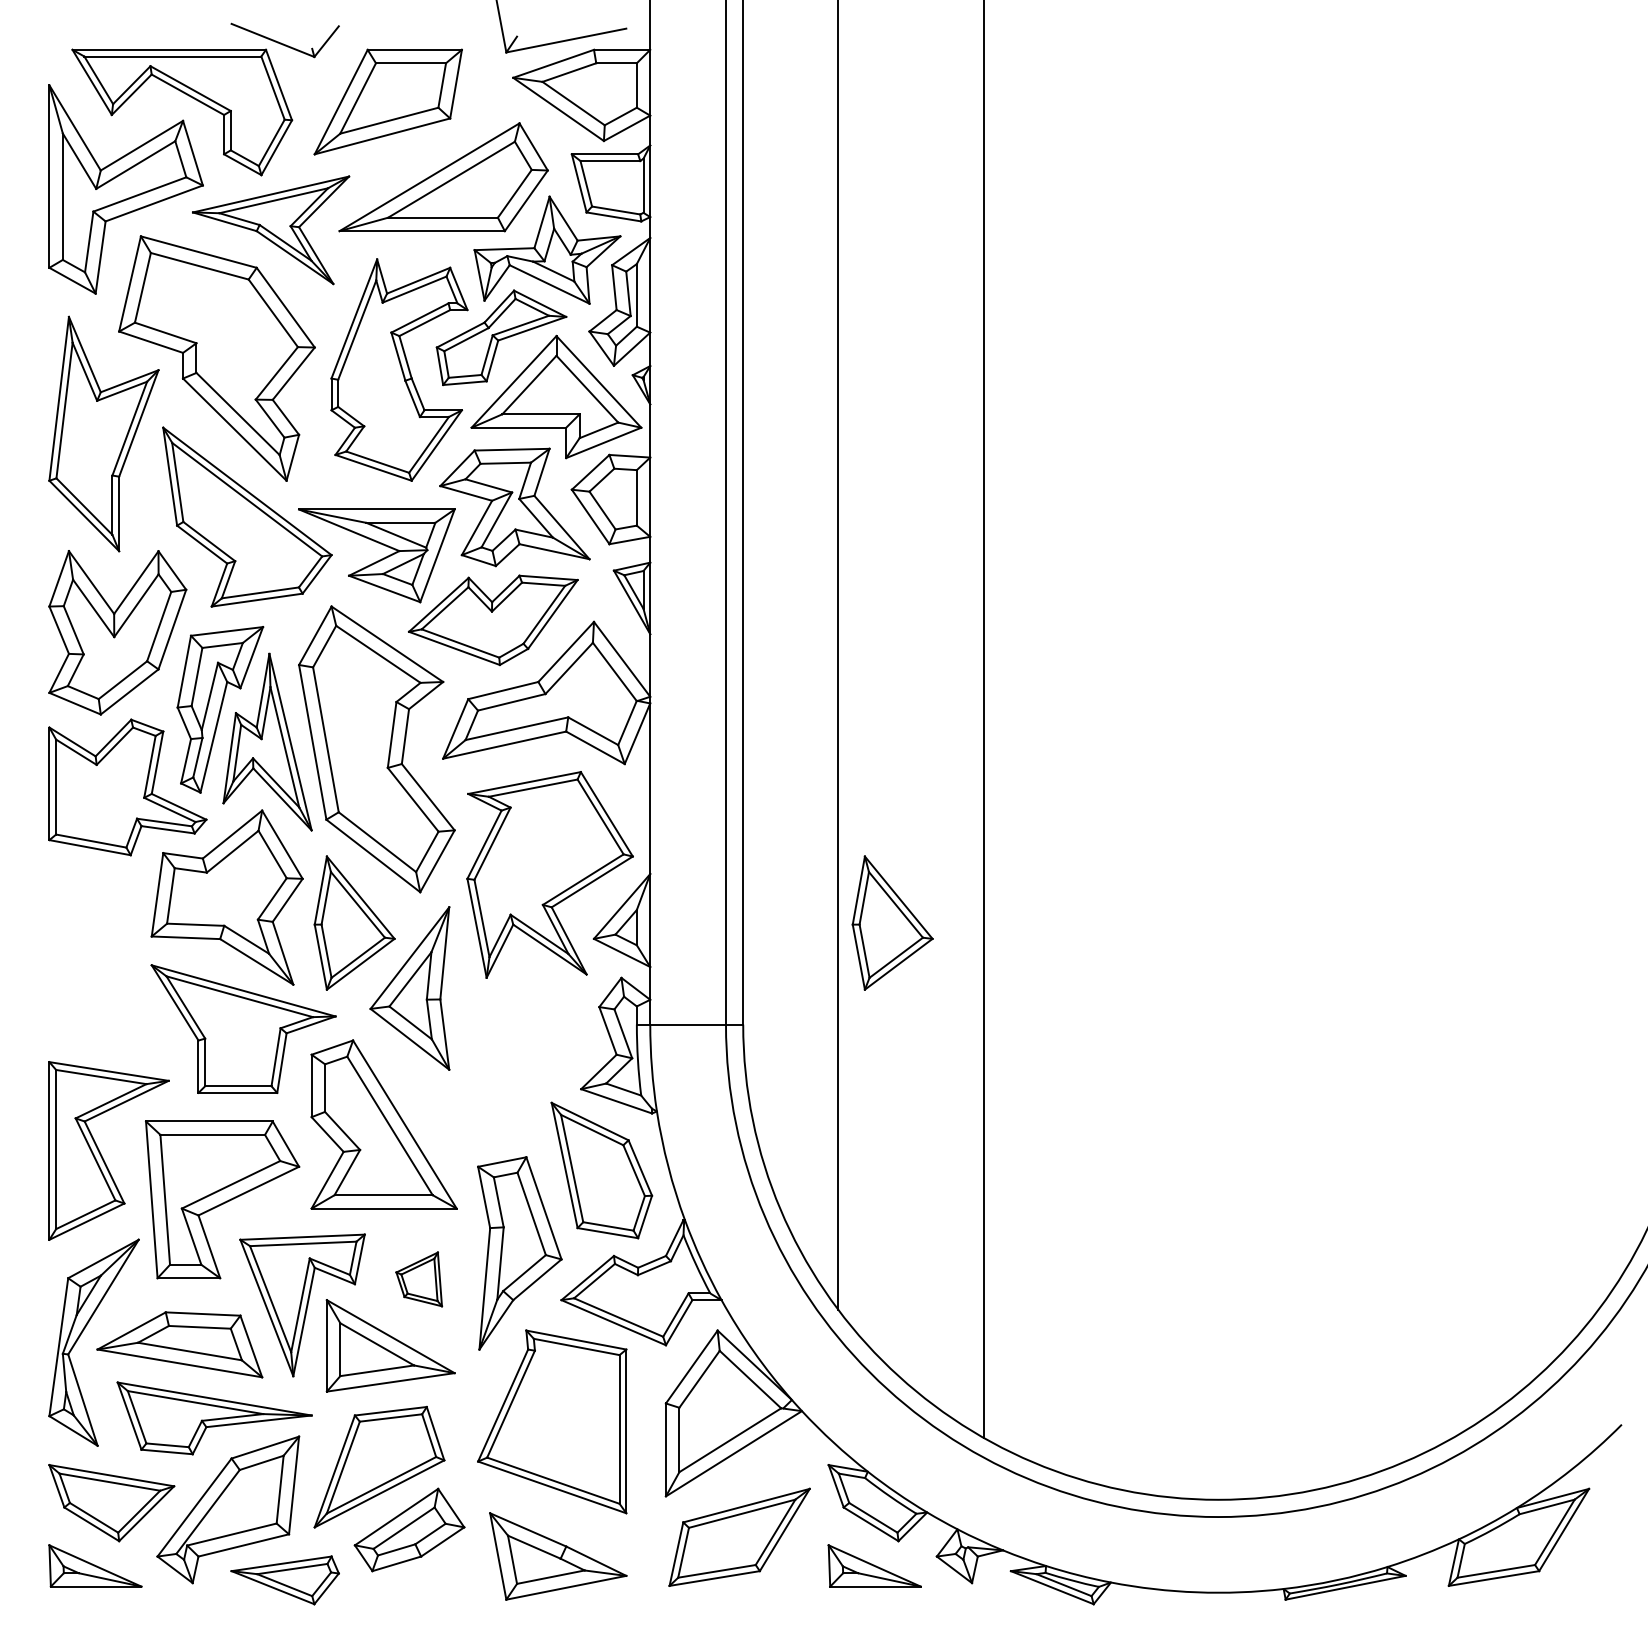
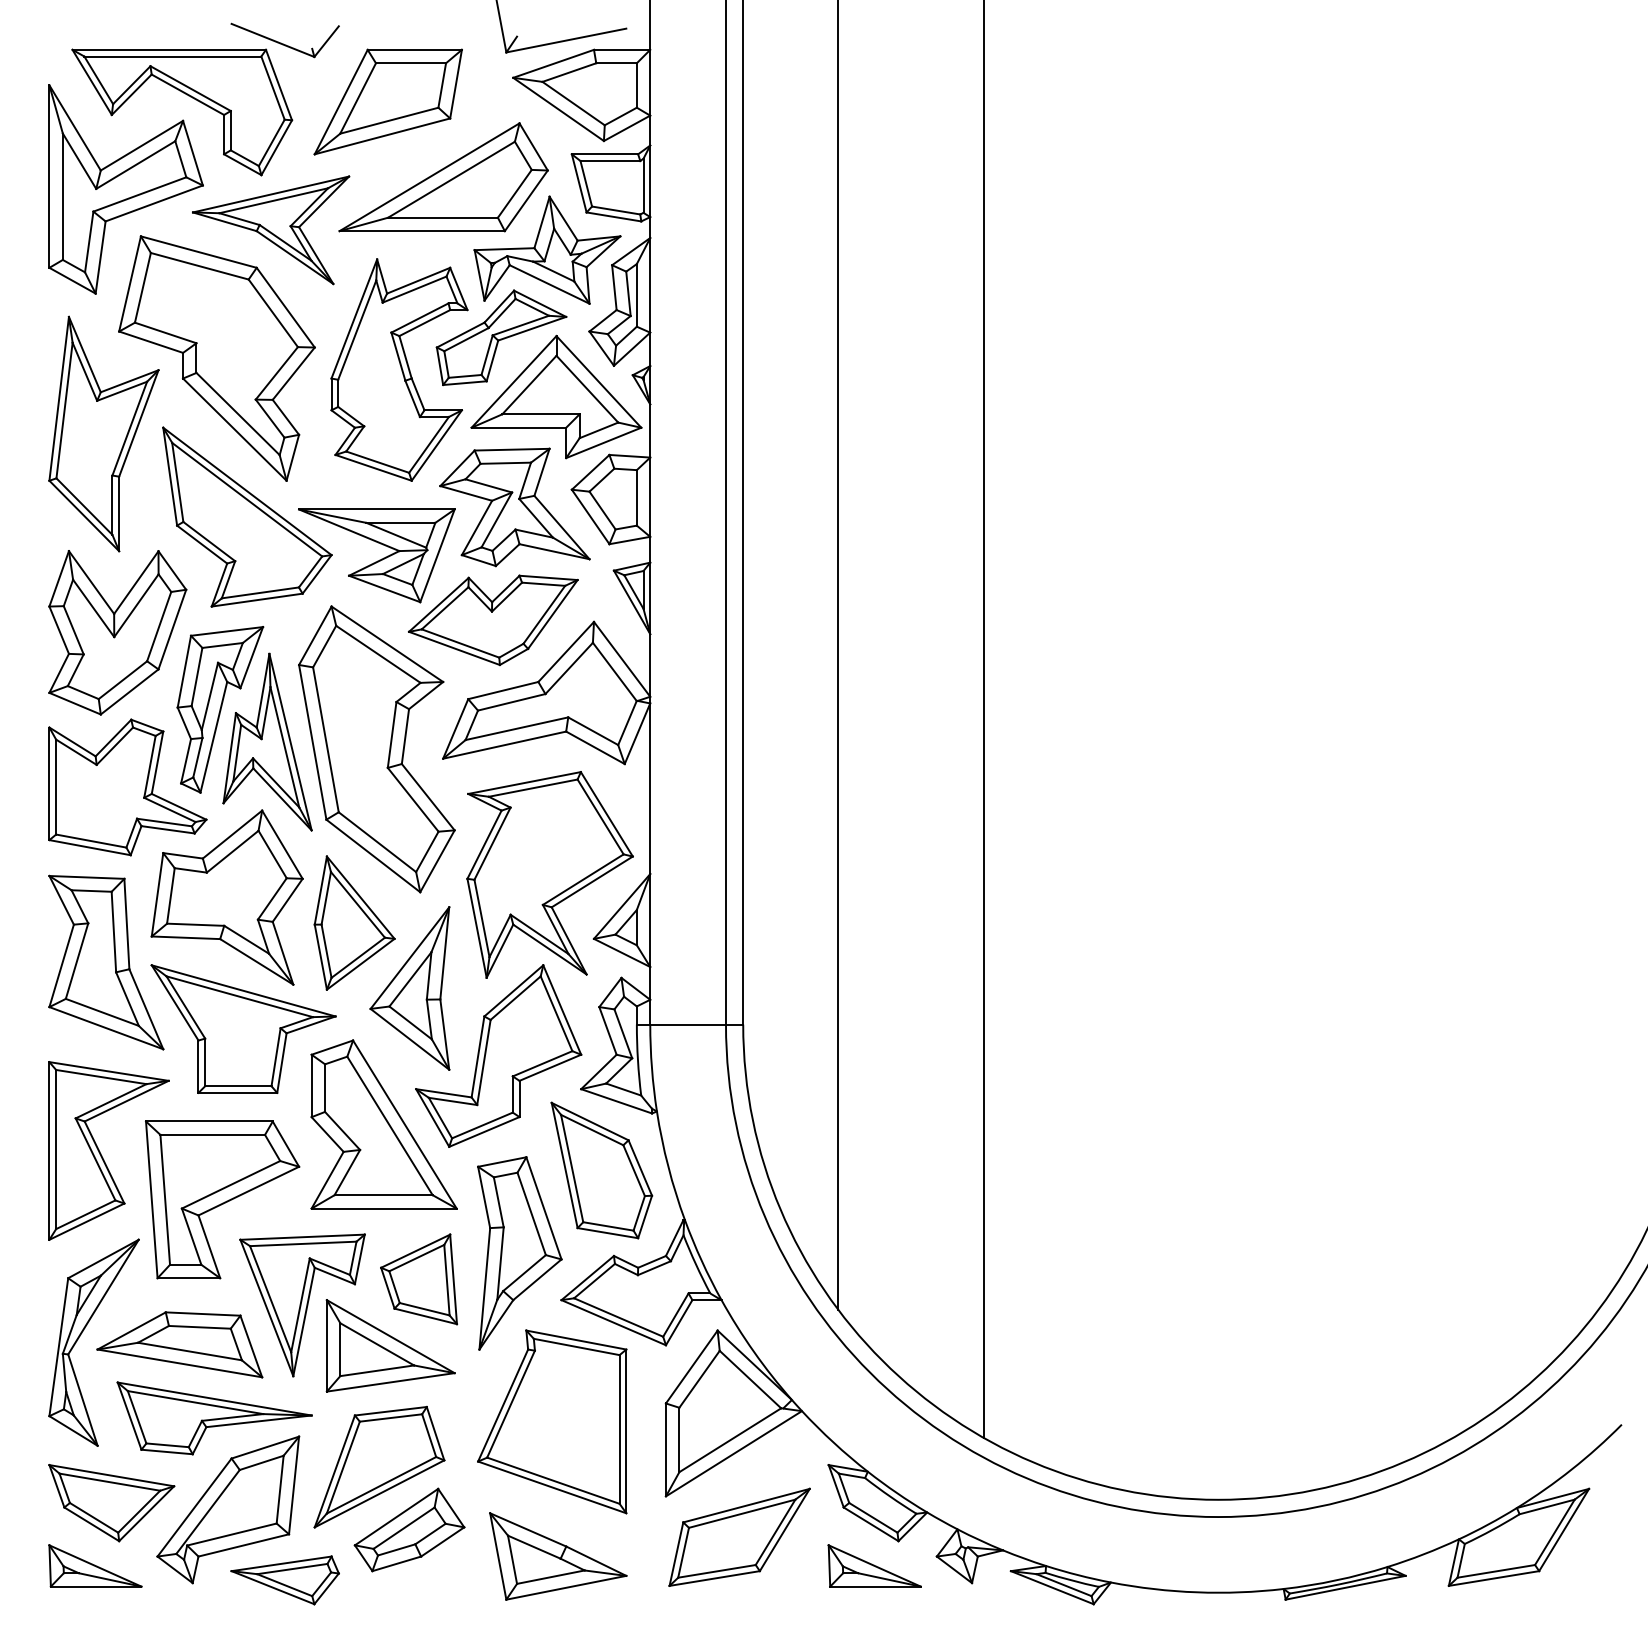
part at (892, 922): present -> none
part at (106, 962): none -> present
part at (498, 1055): none -> present
part at (419, 1279) size: 49x57 px -> 79x93 px
